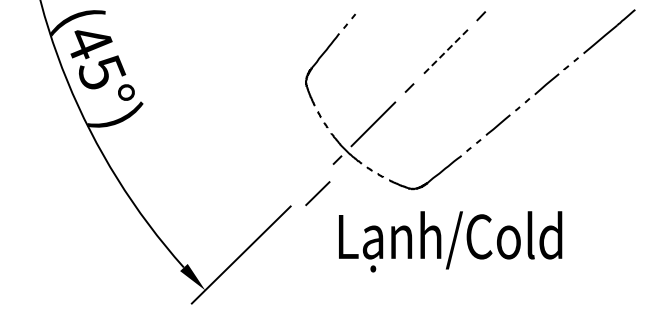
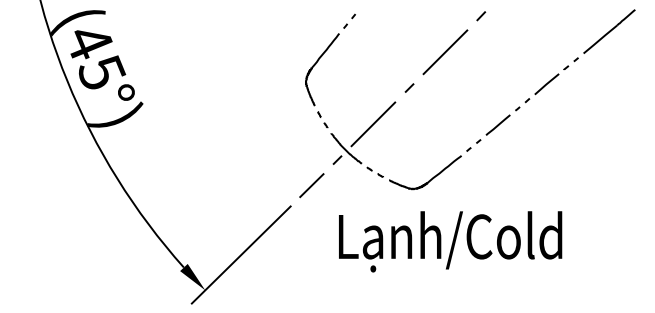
line at (445, 52): dashed -> solid
line at (317, 193) position: (317, 193) -> (311, 185)
